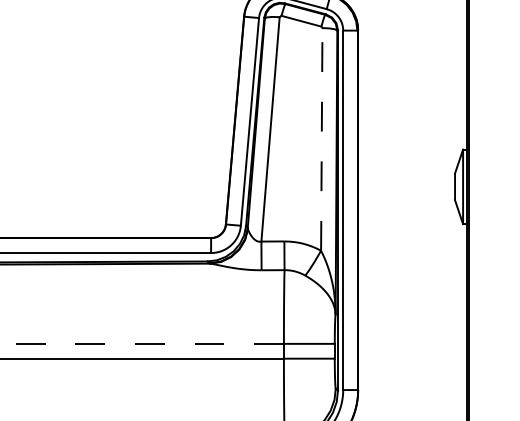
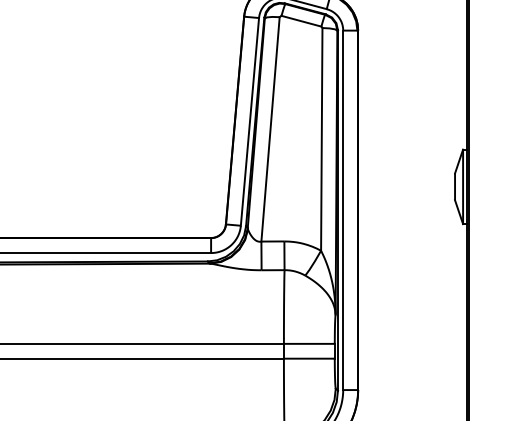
line at (321, 138): dashed -> solid
line at (142, 343): dashed -> solid
